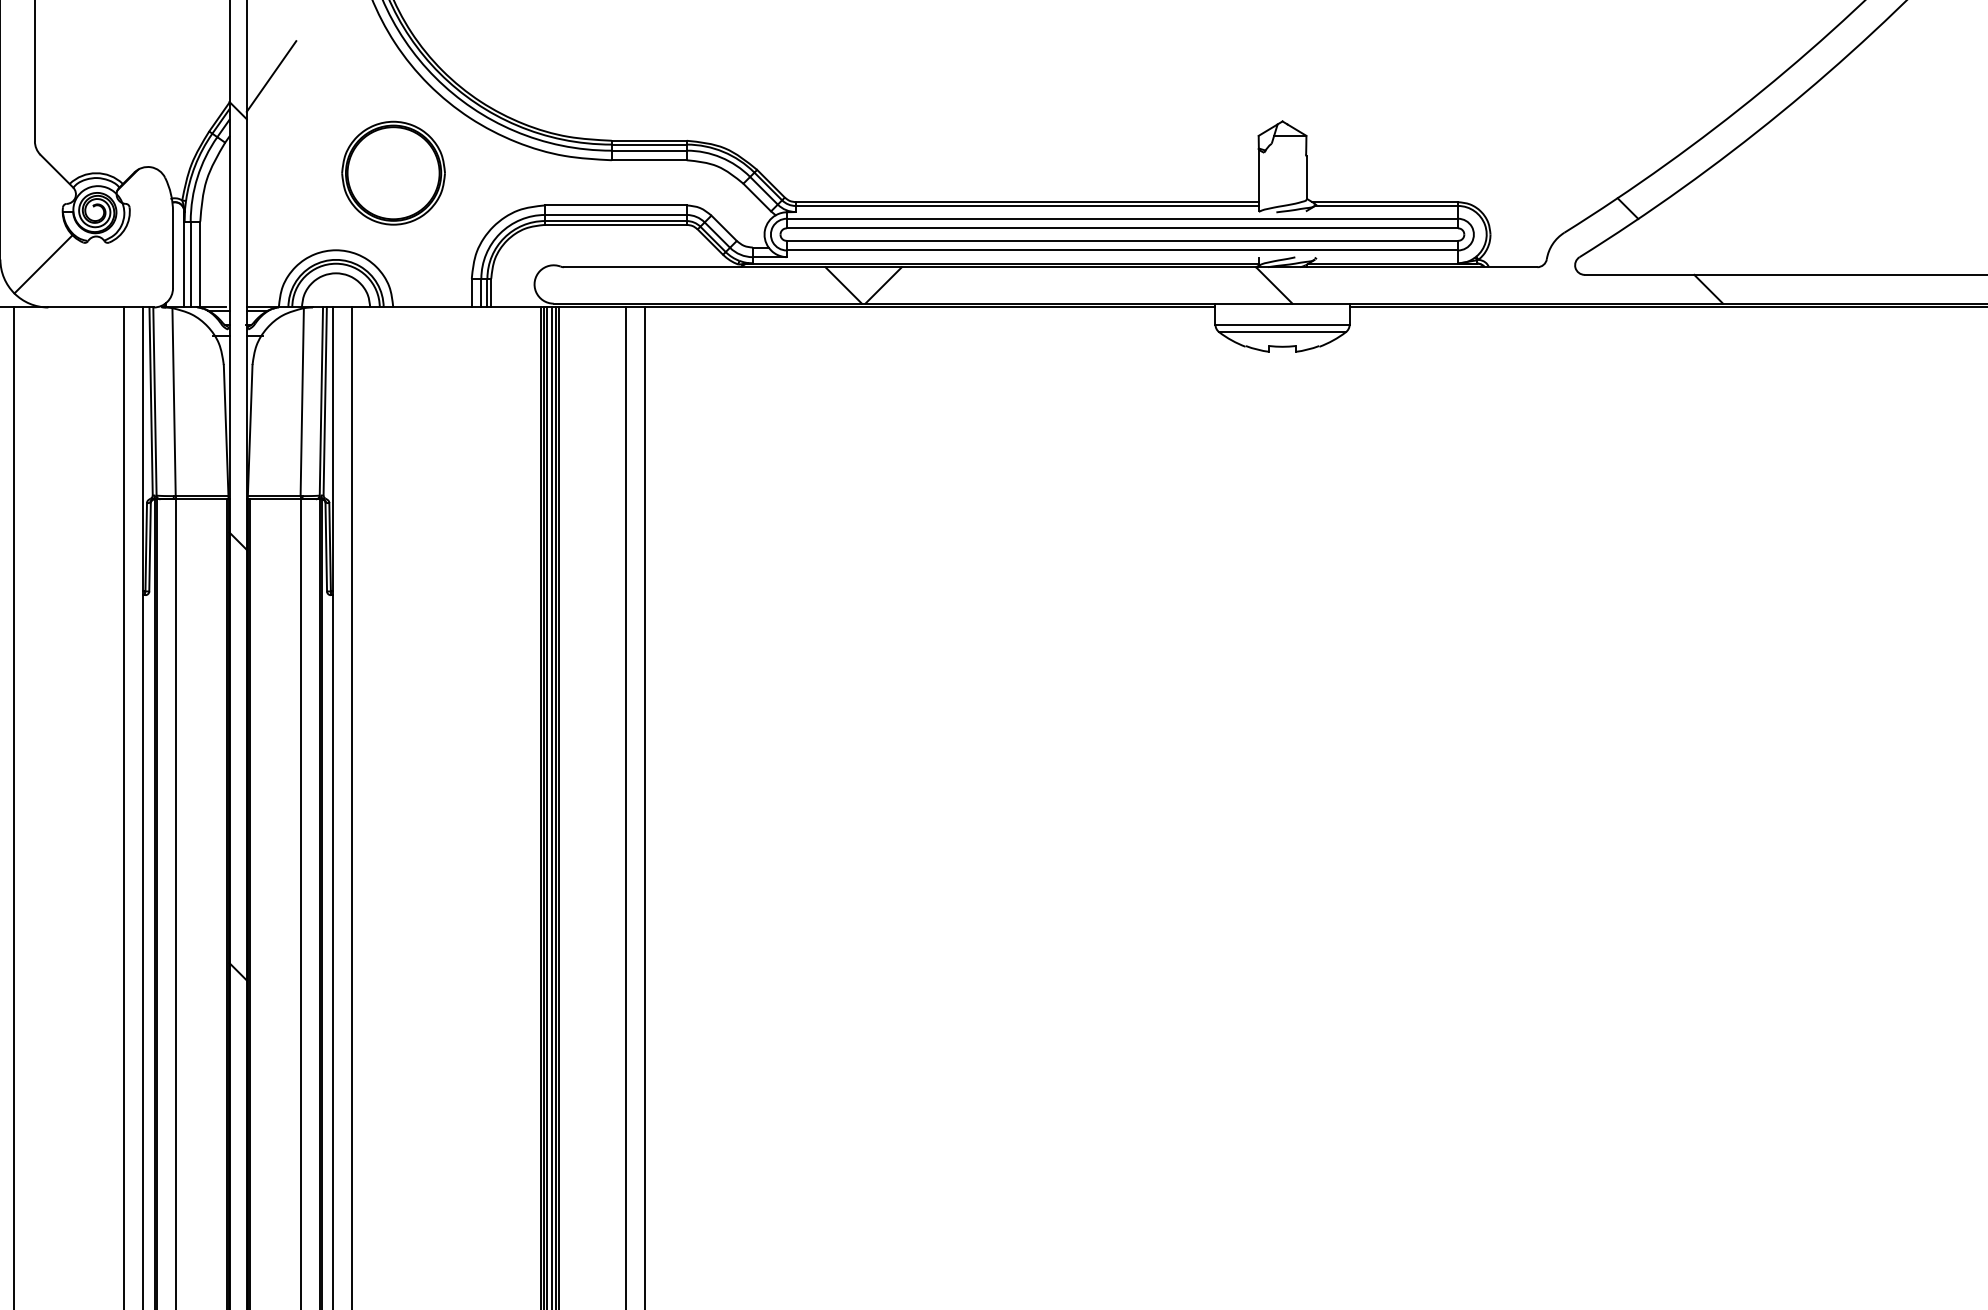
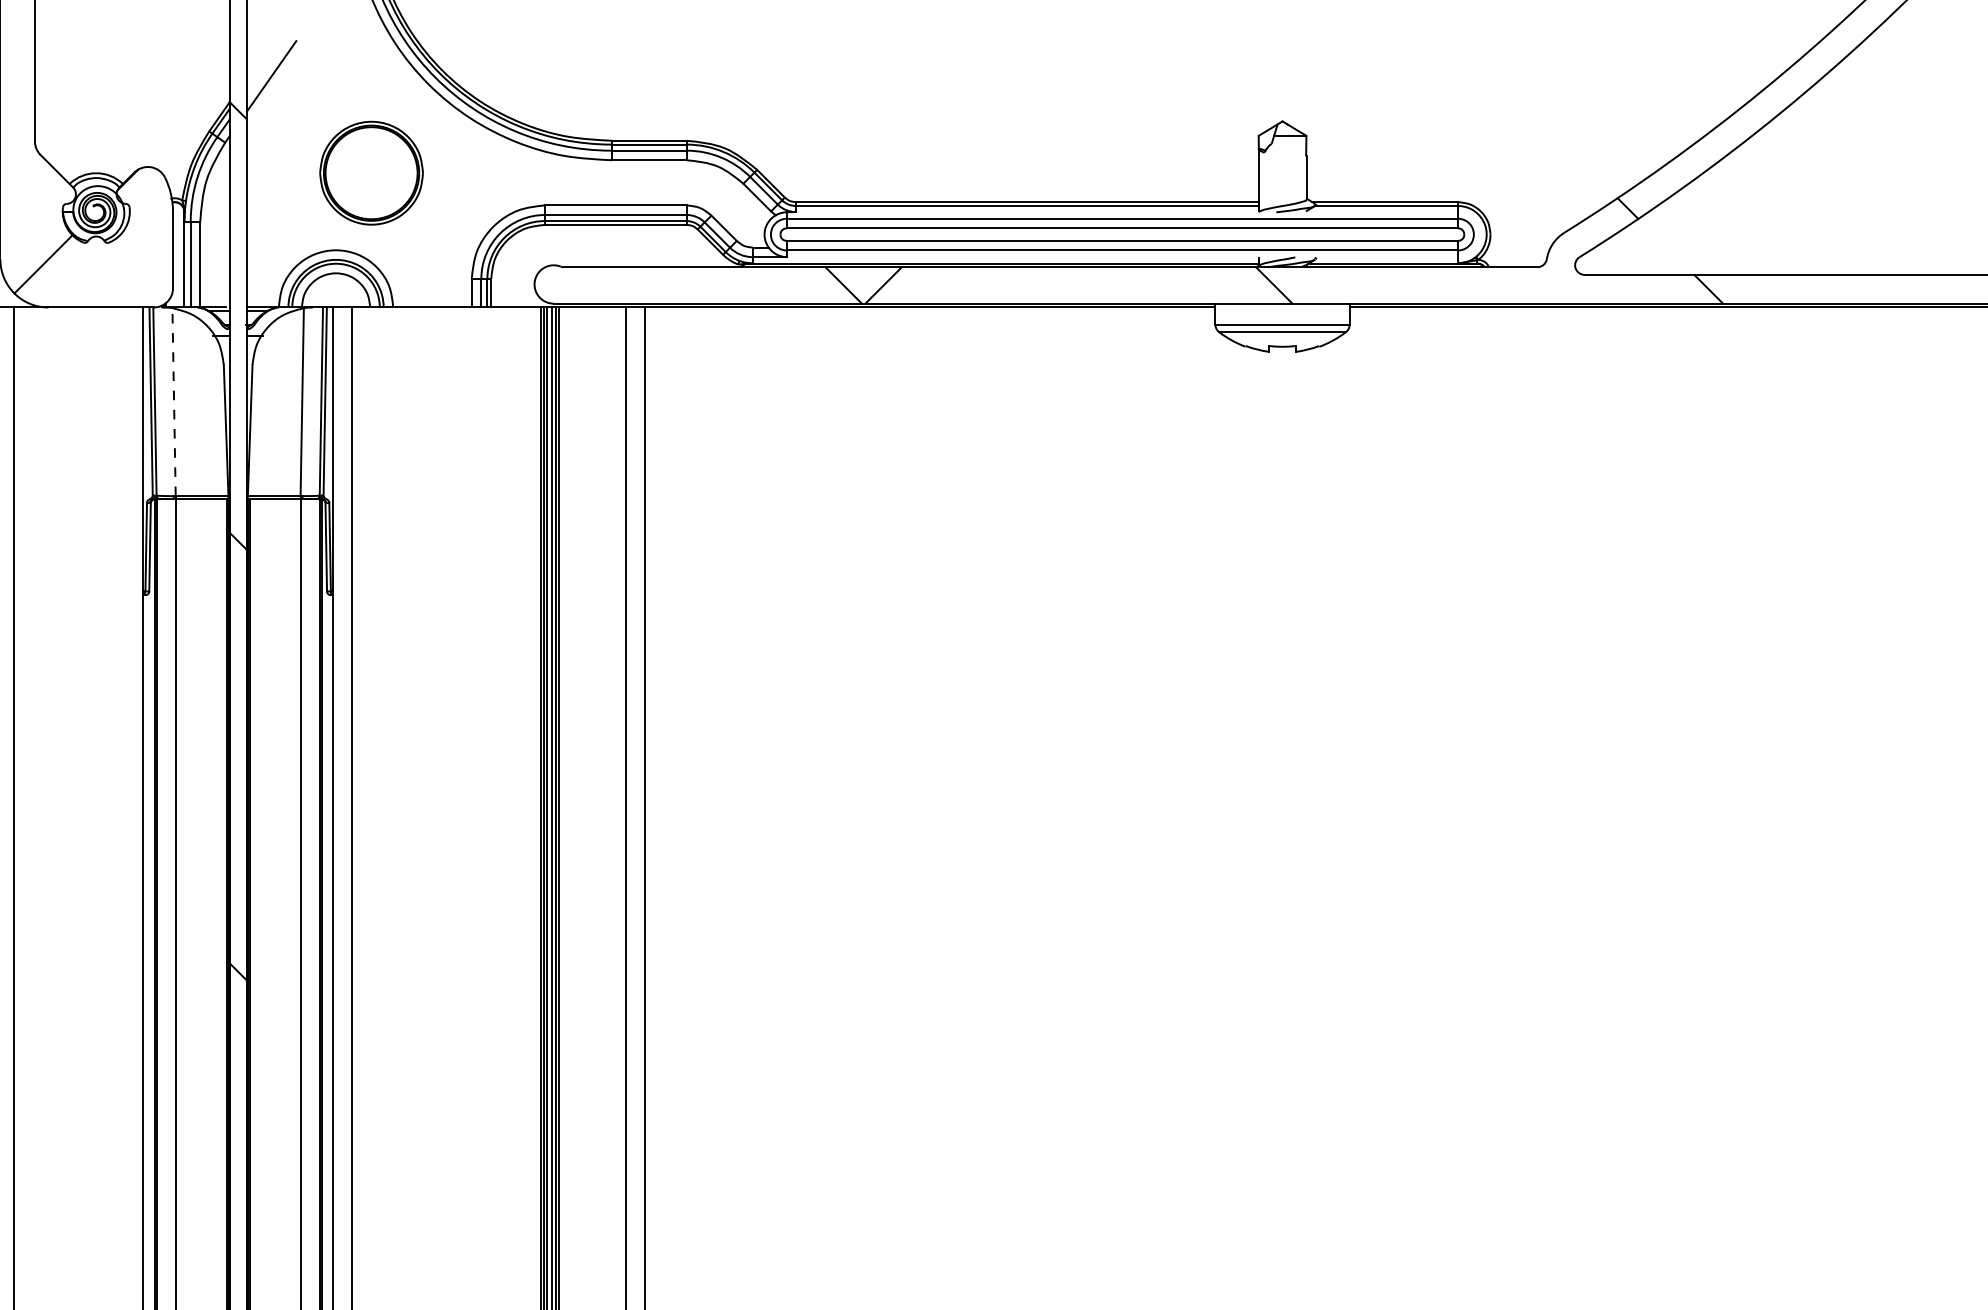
part at (393, 172) position: (393, 172) -> (371, 172)
line at (174, 402): solid -> dashed
line at (124, 806): present -> none
